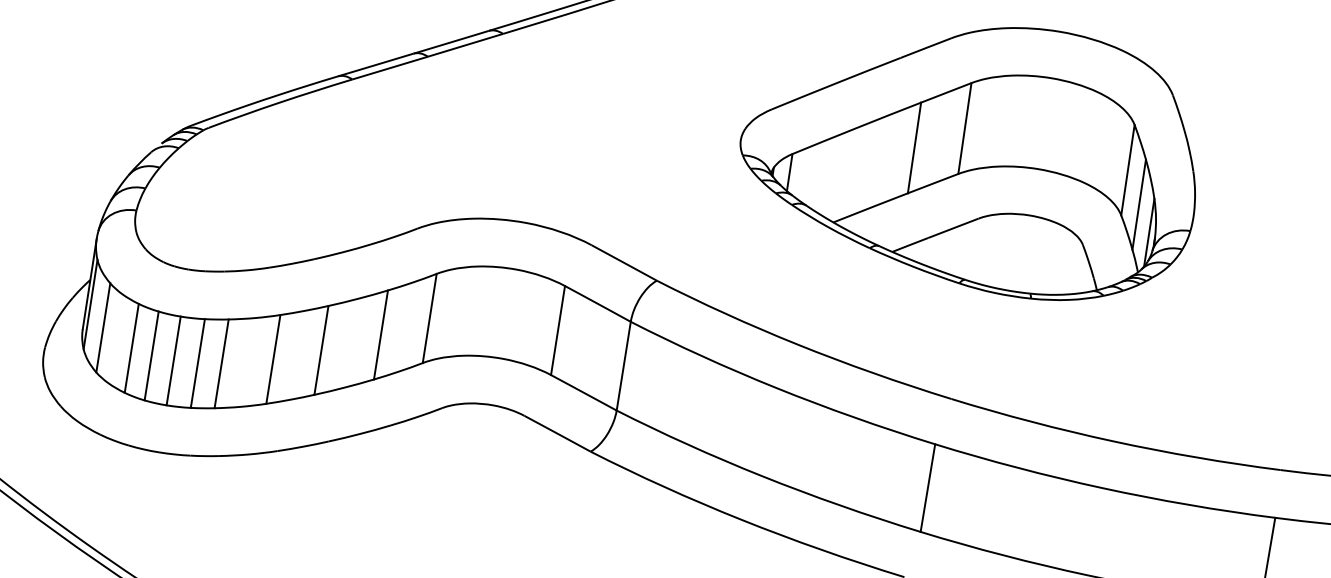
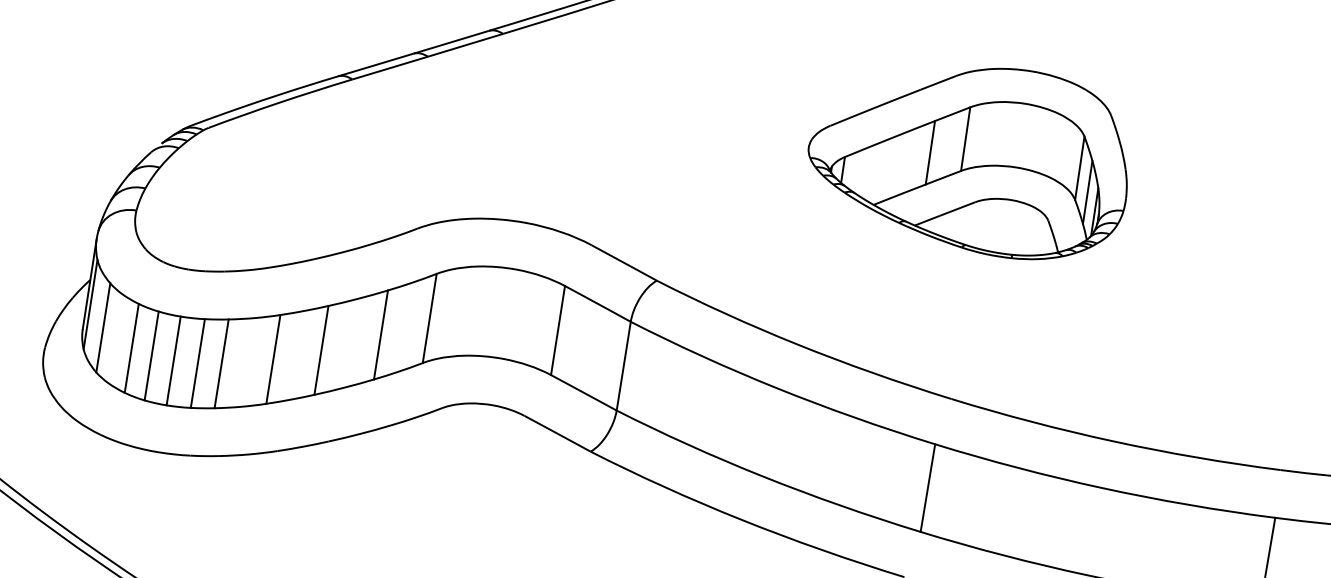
part at (967, 163) size: 457x274 px -> 321x194 px
